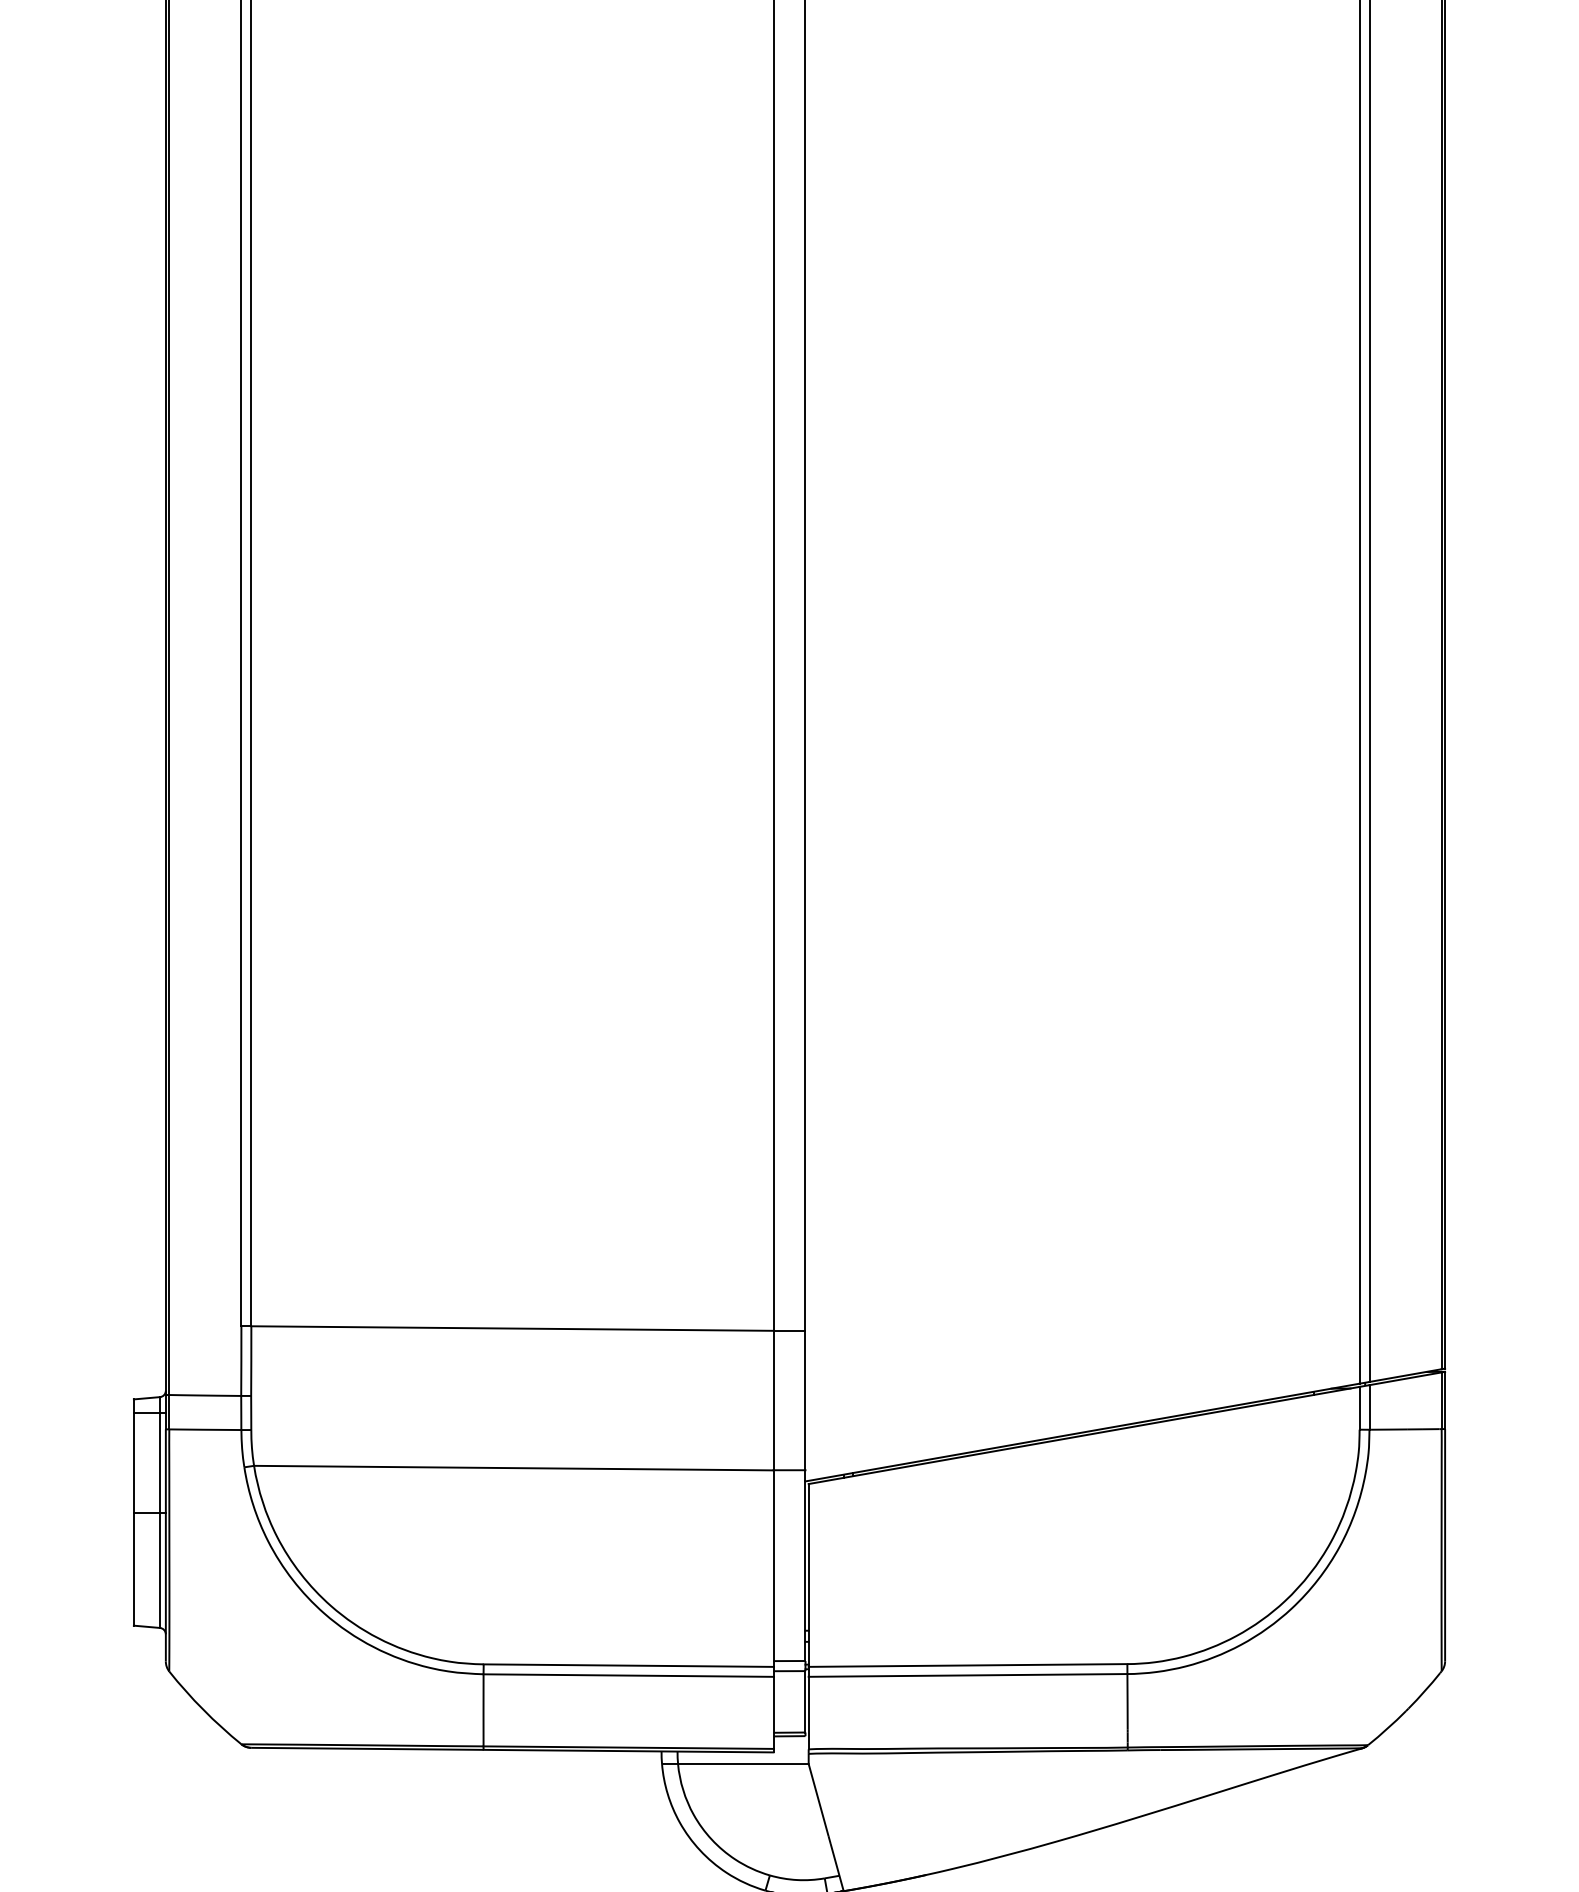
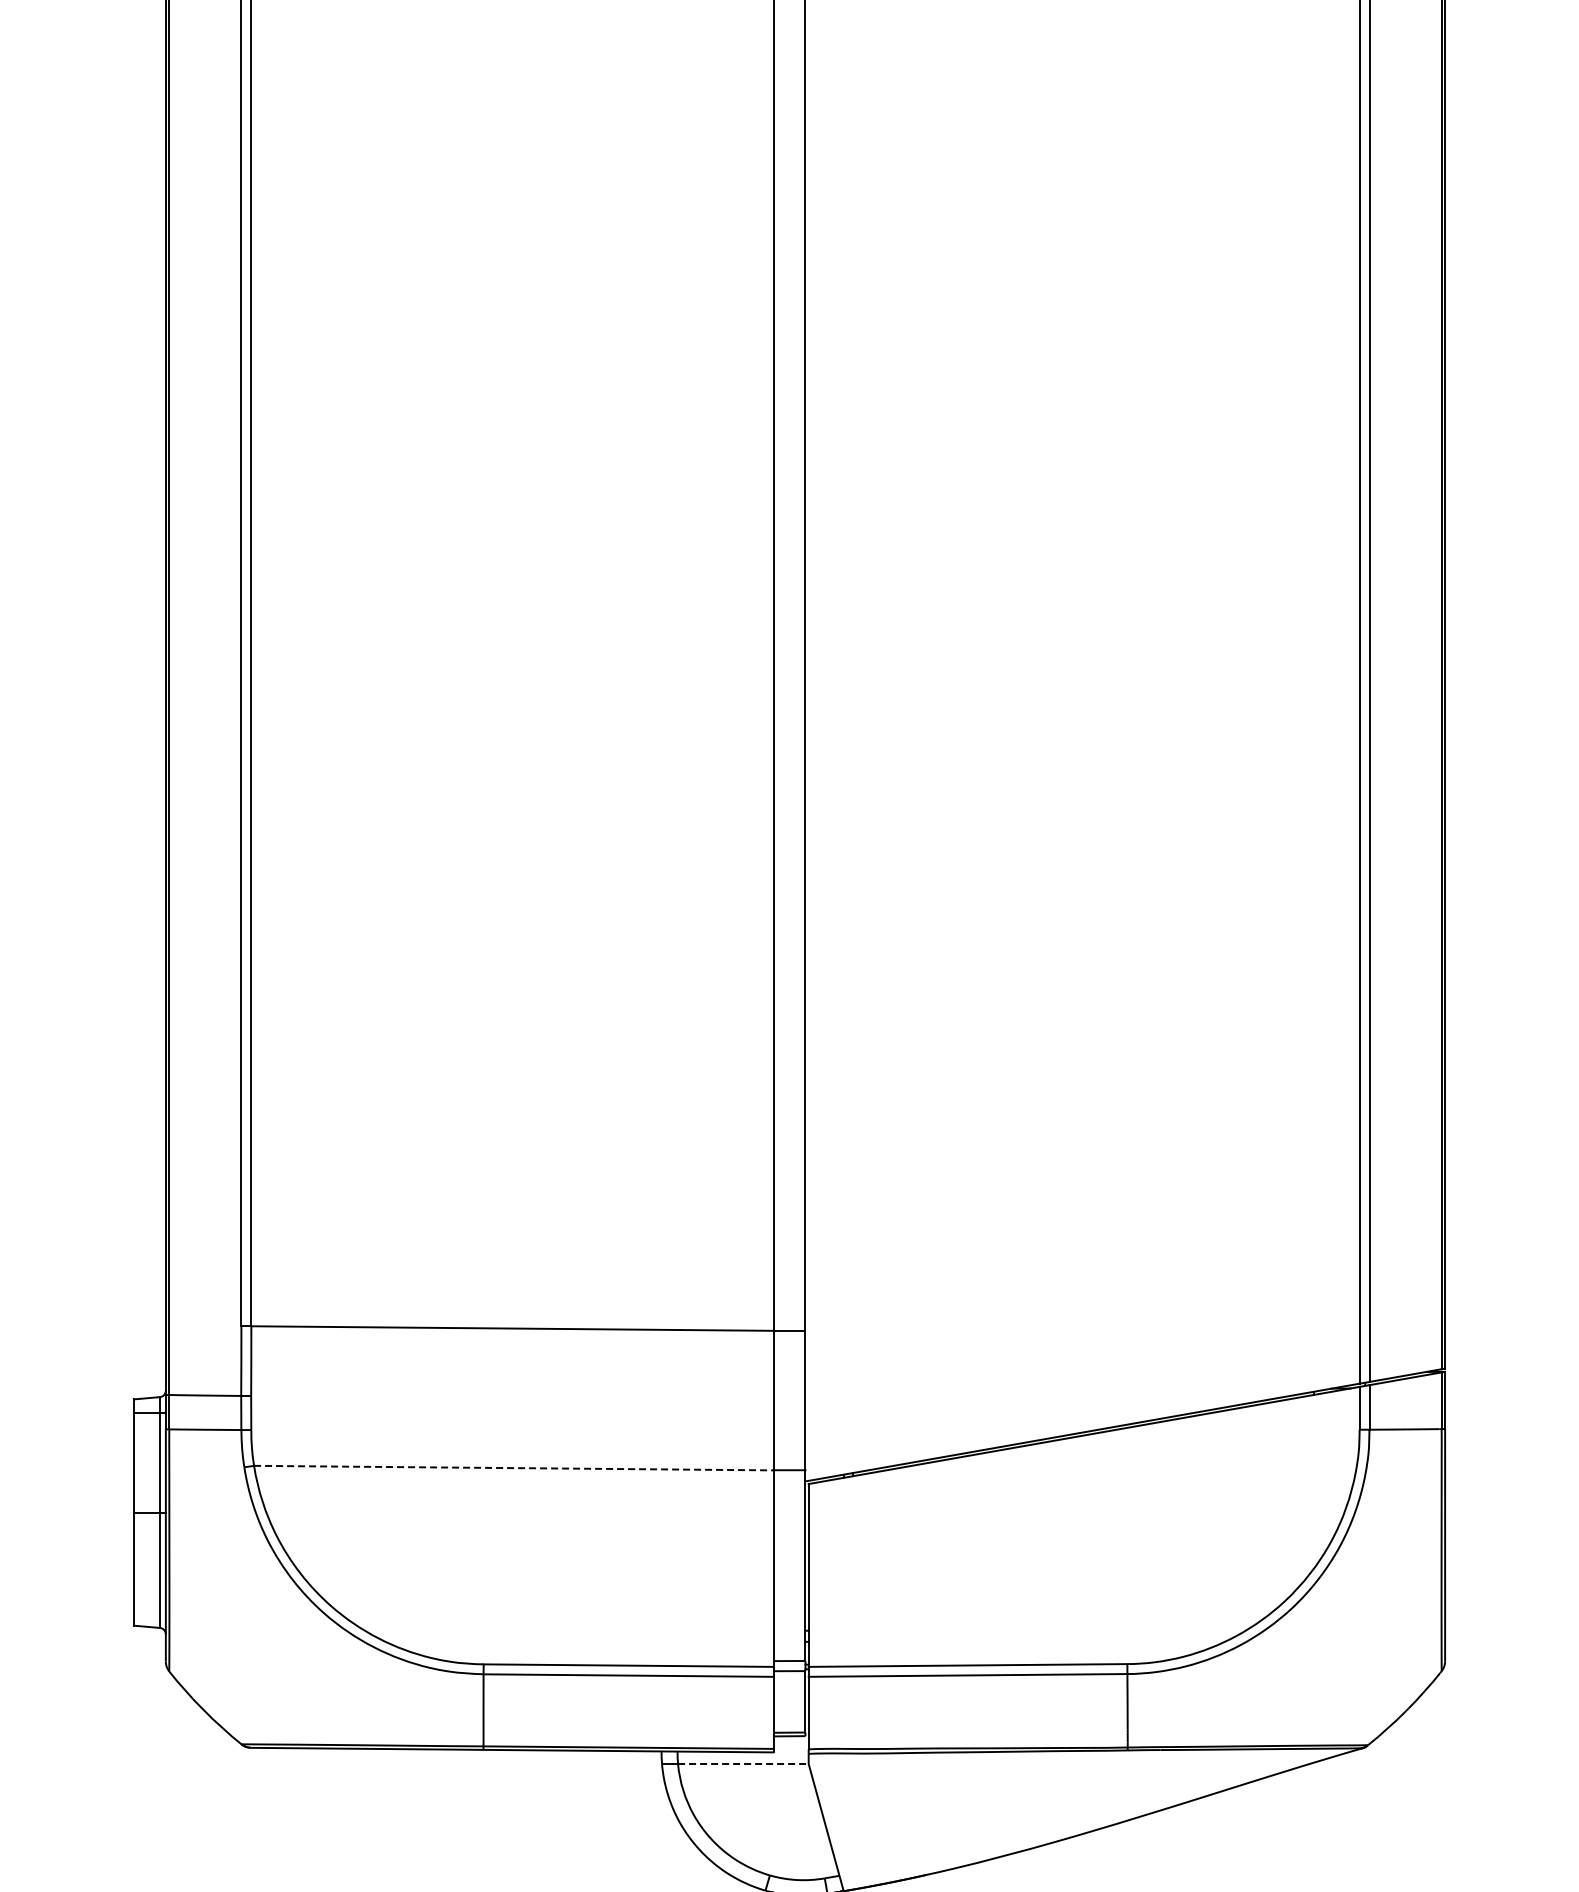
line at (513, 1468): solid -> dashed
line at (743, 1764): solid -> dashed
